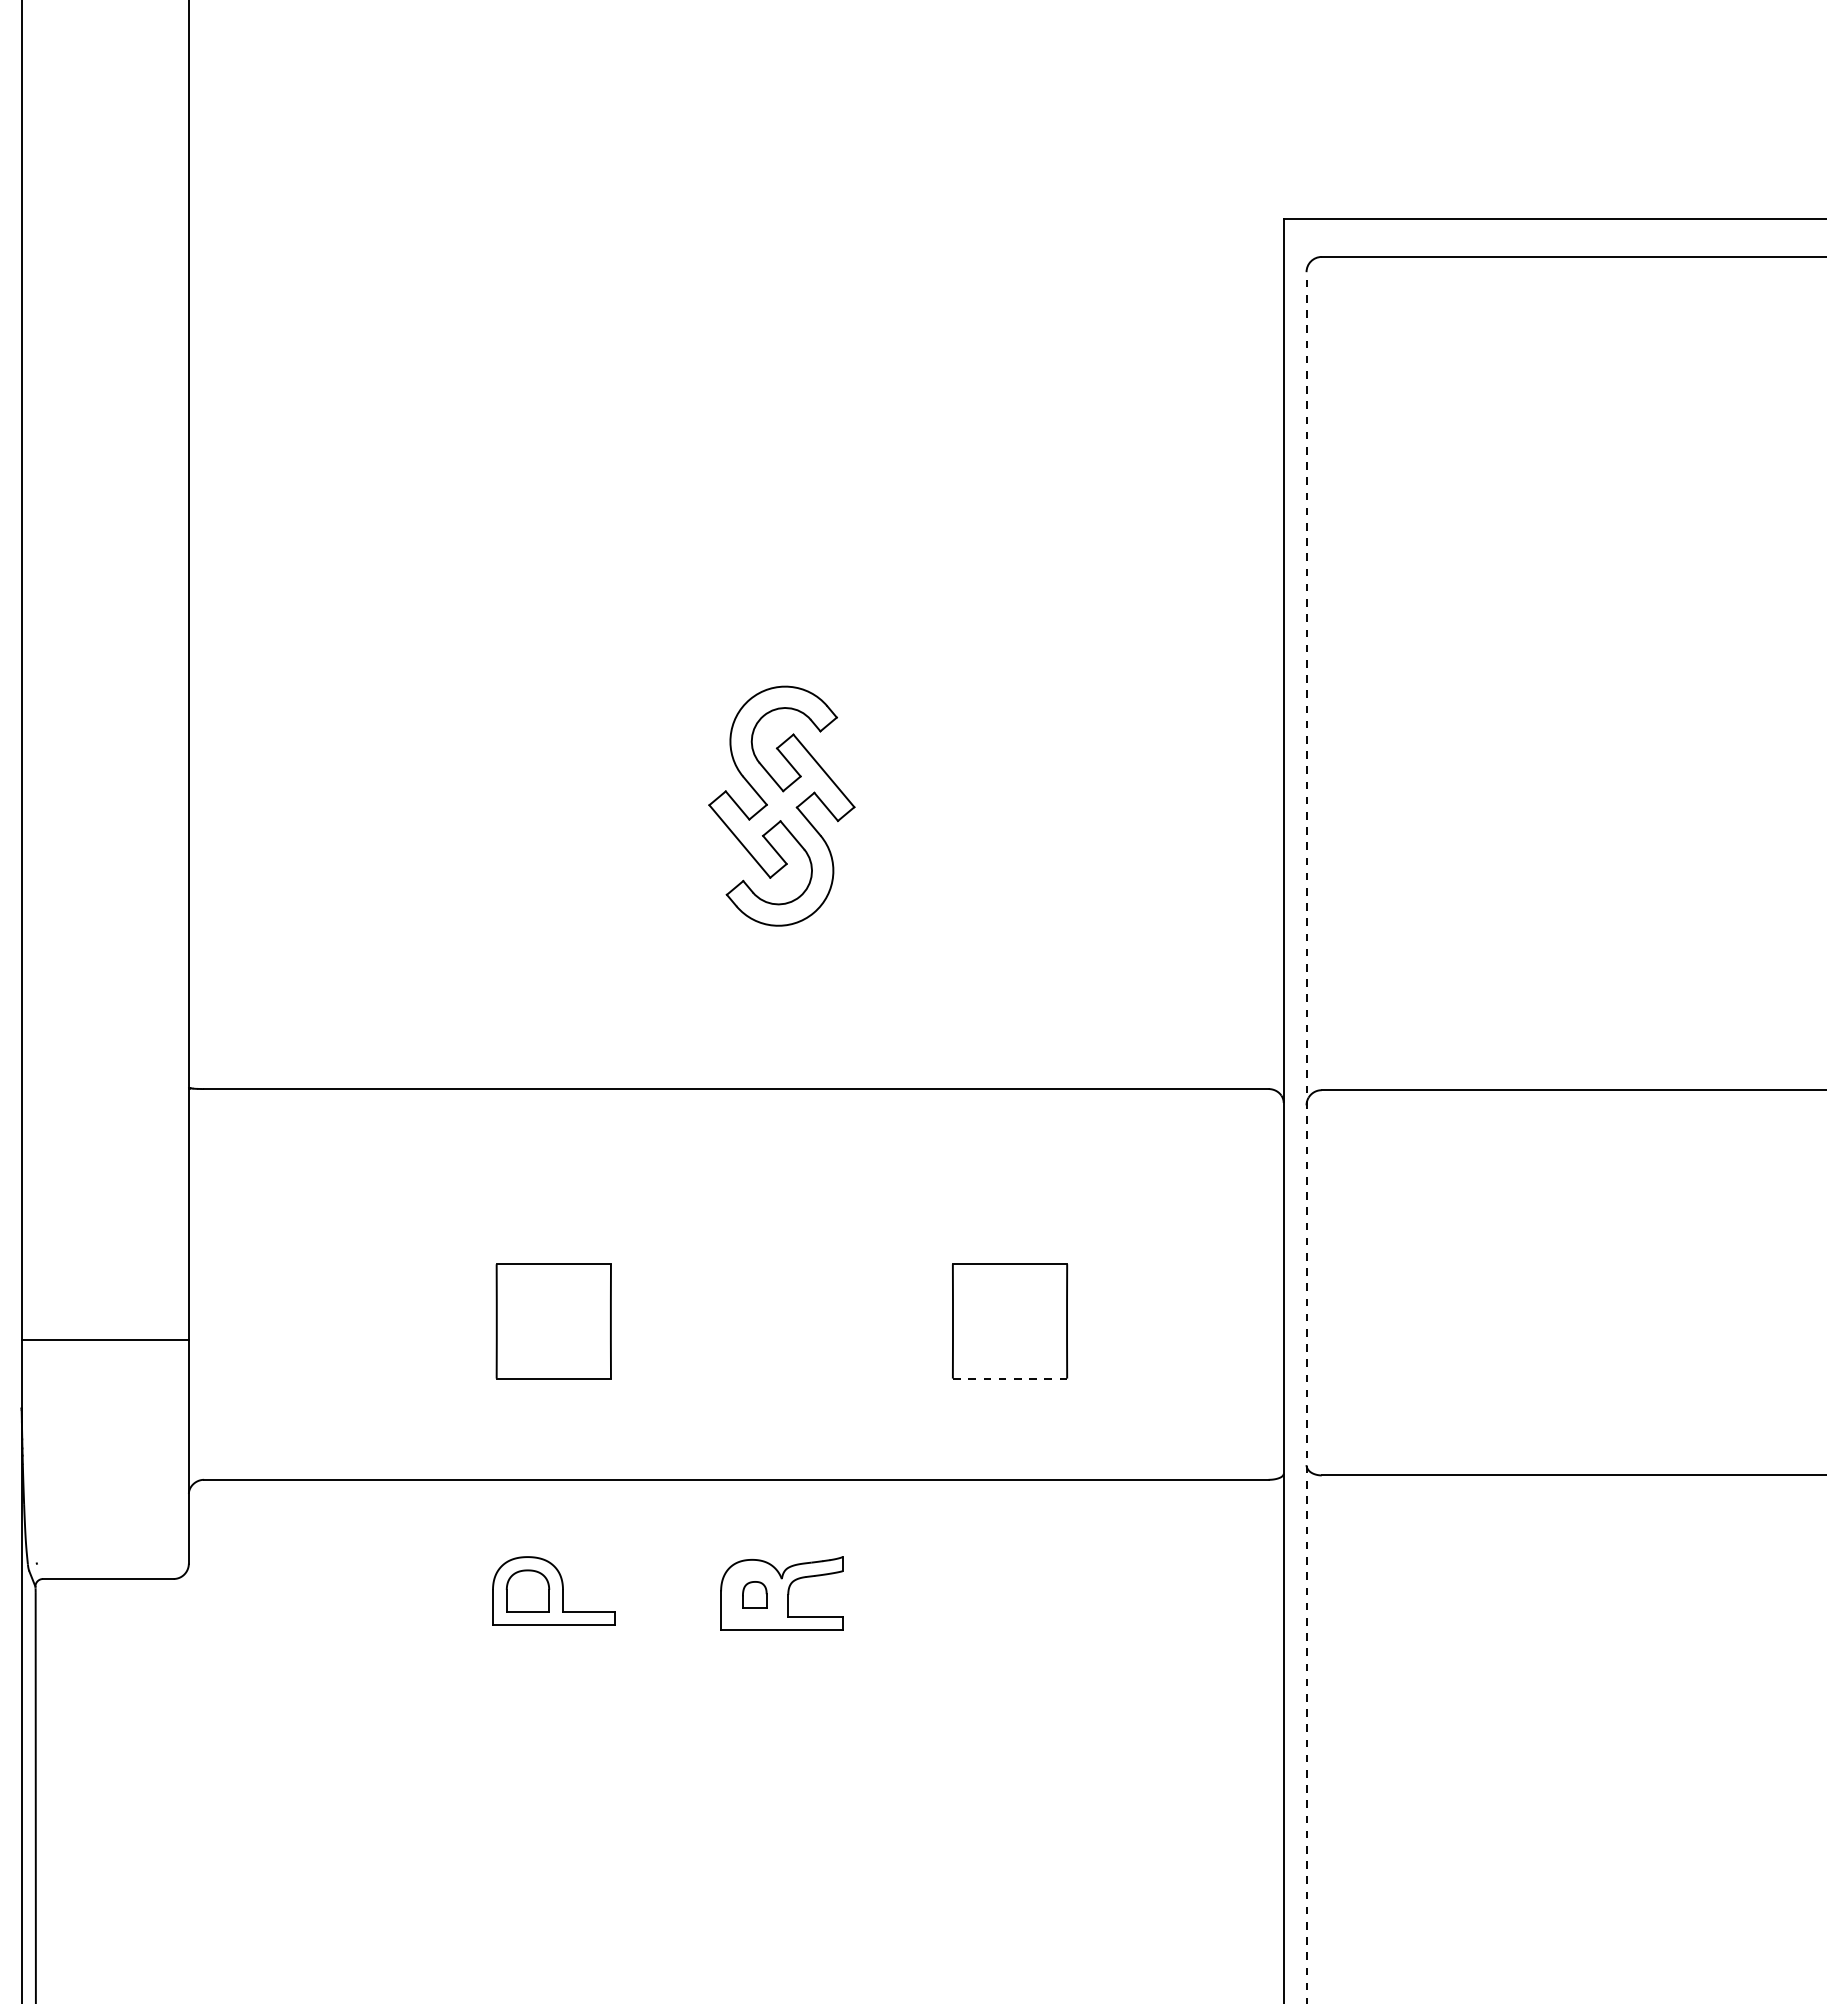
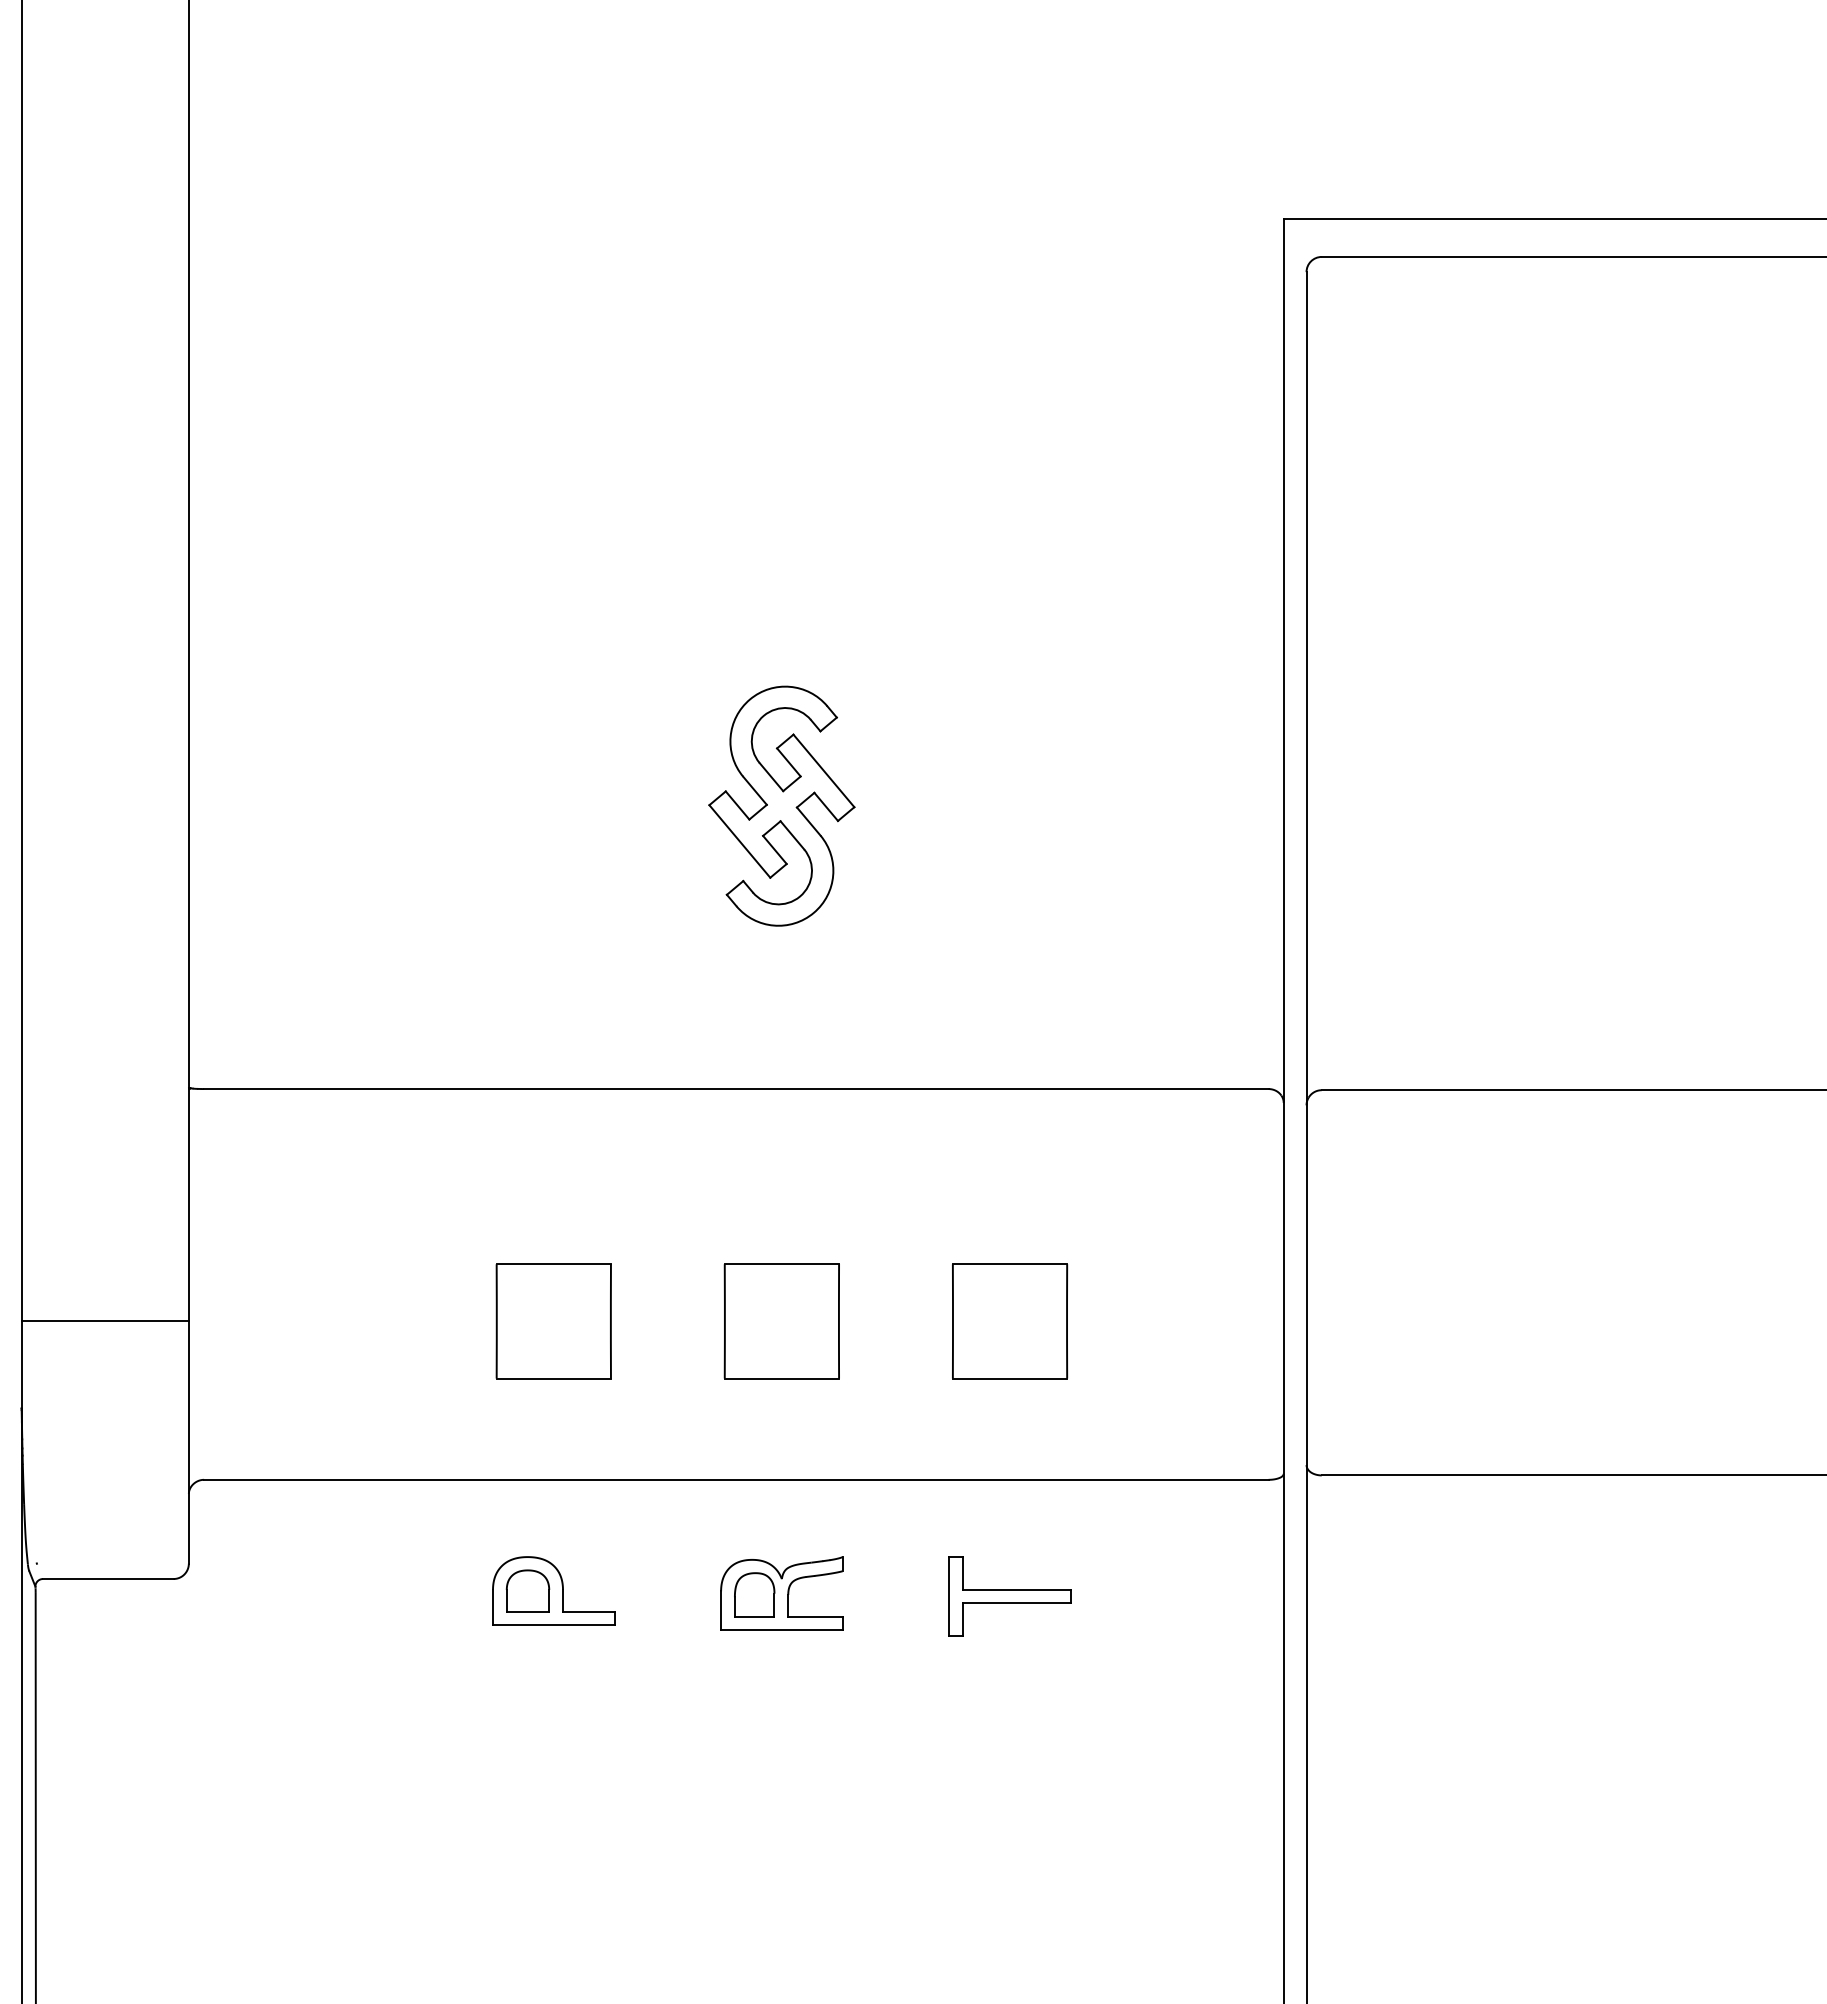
line at (1306, 1137): dashed -> solid
part at (781, 1321): none -> present
line at (104, 1340) position: (104, 1340) -> (104, 1321)
line at (1009, 1378): dashed -> solid
part at (754, 1594) size: 26x28 px -> 42x46 px
part at (1009, 1596): none -> present
